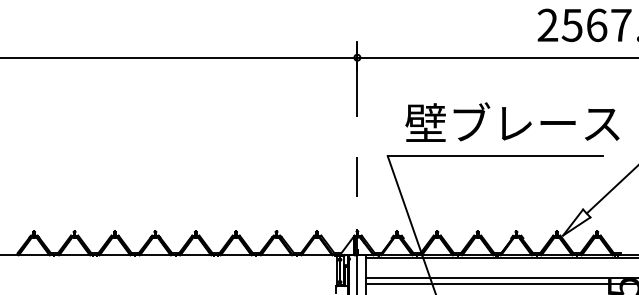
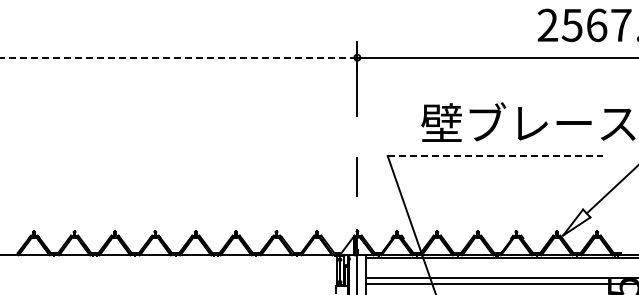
line at (178, 57): solid -> dashed
text at (512, 121) position: (512, 121) -> (528, 121)
line at (495, 156): solid -> dashed
